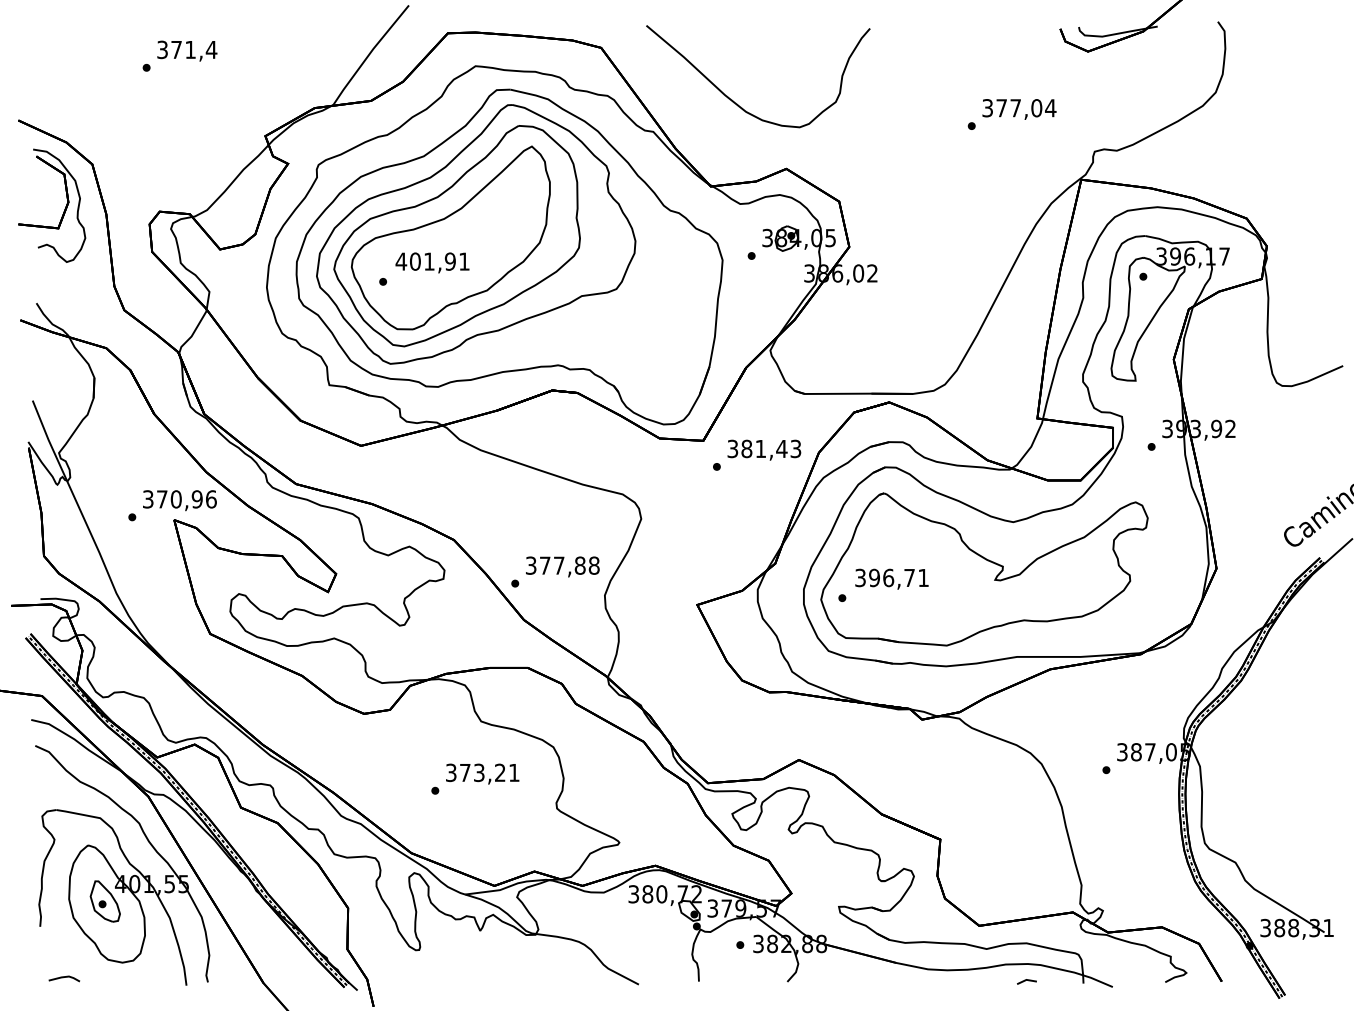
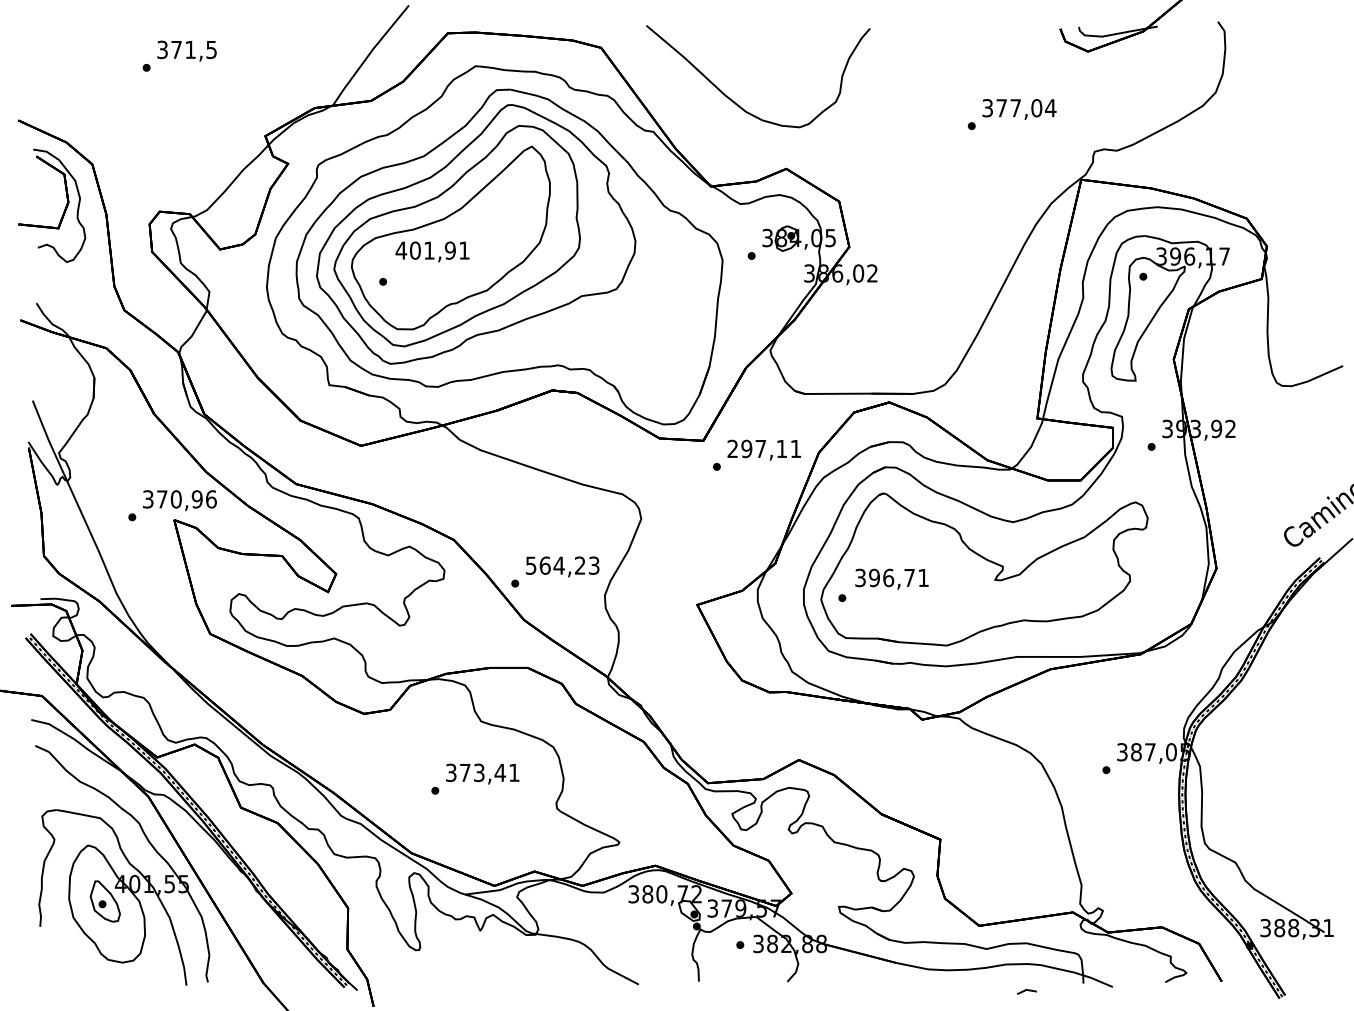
text at (211, 50): 371,4 -> 371,5
text at (432, 262) position: (432, 262) -> (432, 251)
text at (764, 448): 381,43 -> 297,11
text at (562, 565): 377,88 -> 564,23
text at (500, 772): 373,21 -> 373,41
line at (64, 977): present -> none
line at (1026, 980) position: (1026, 980) -> (1026, 990)
